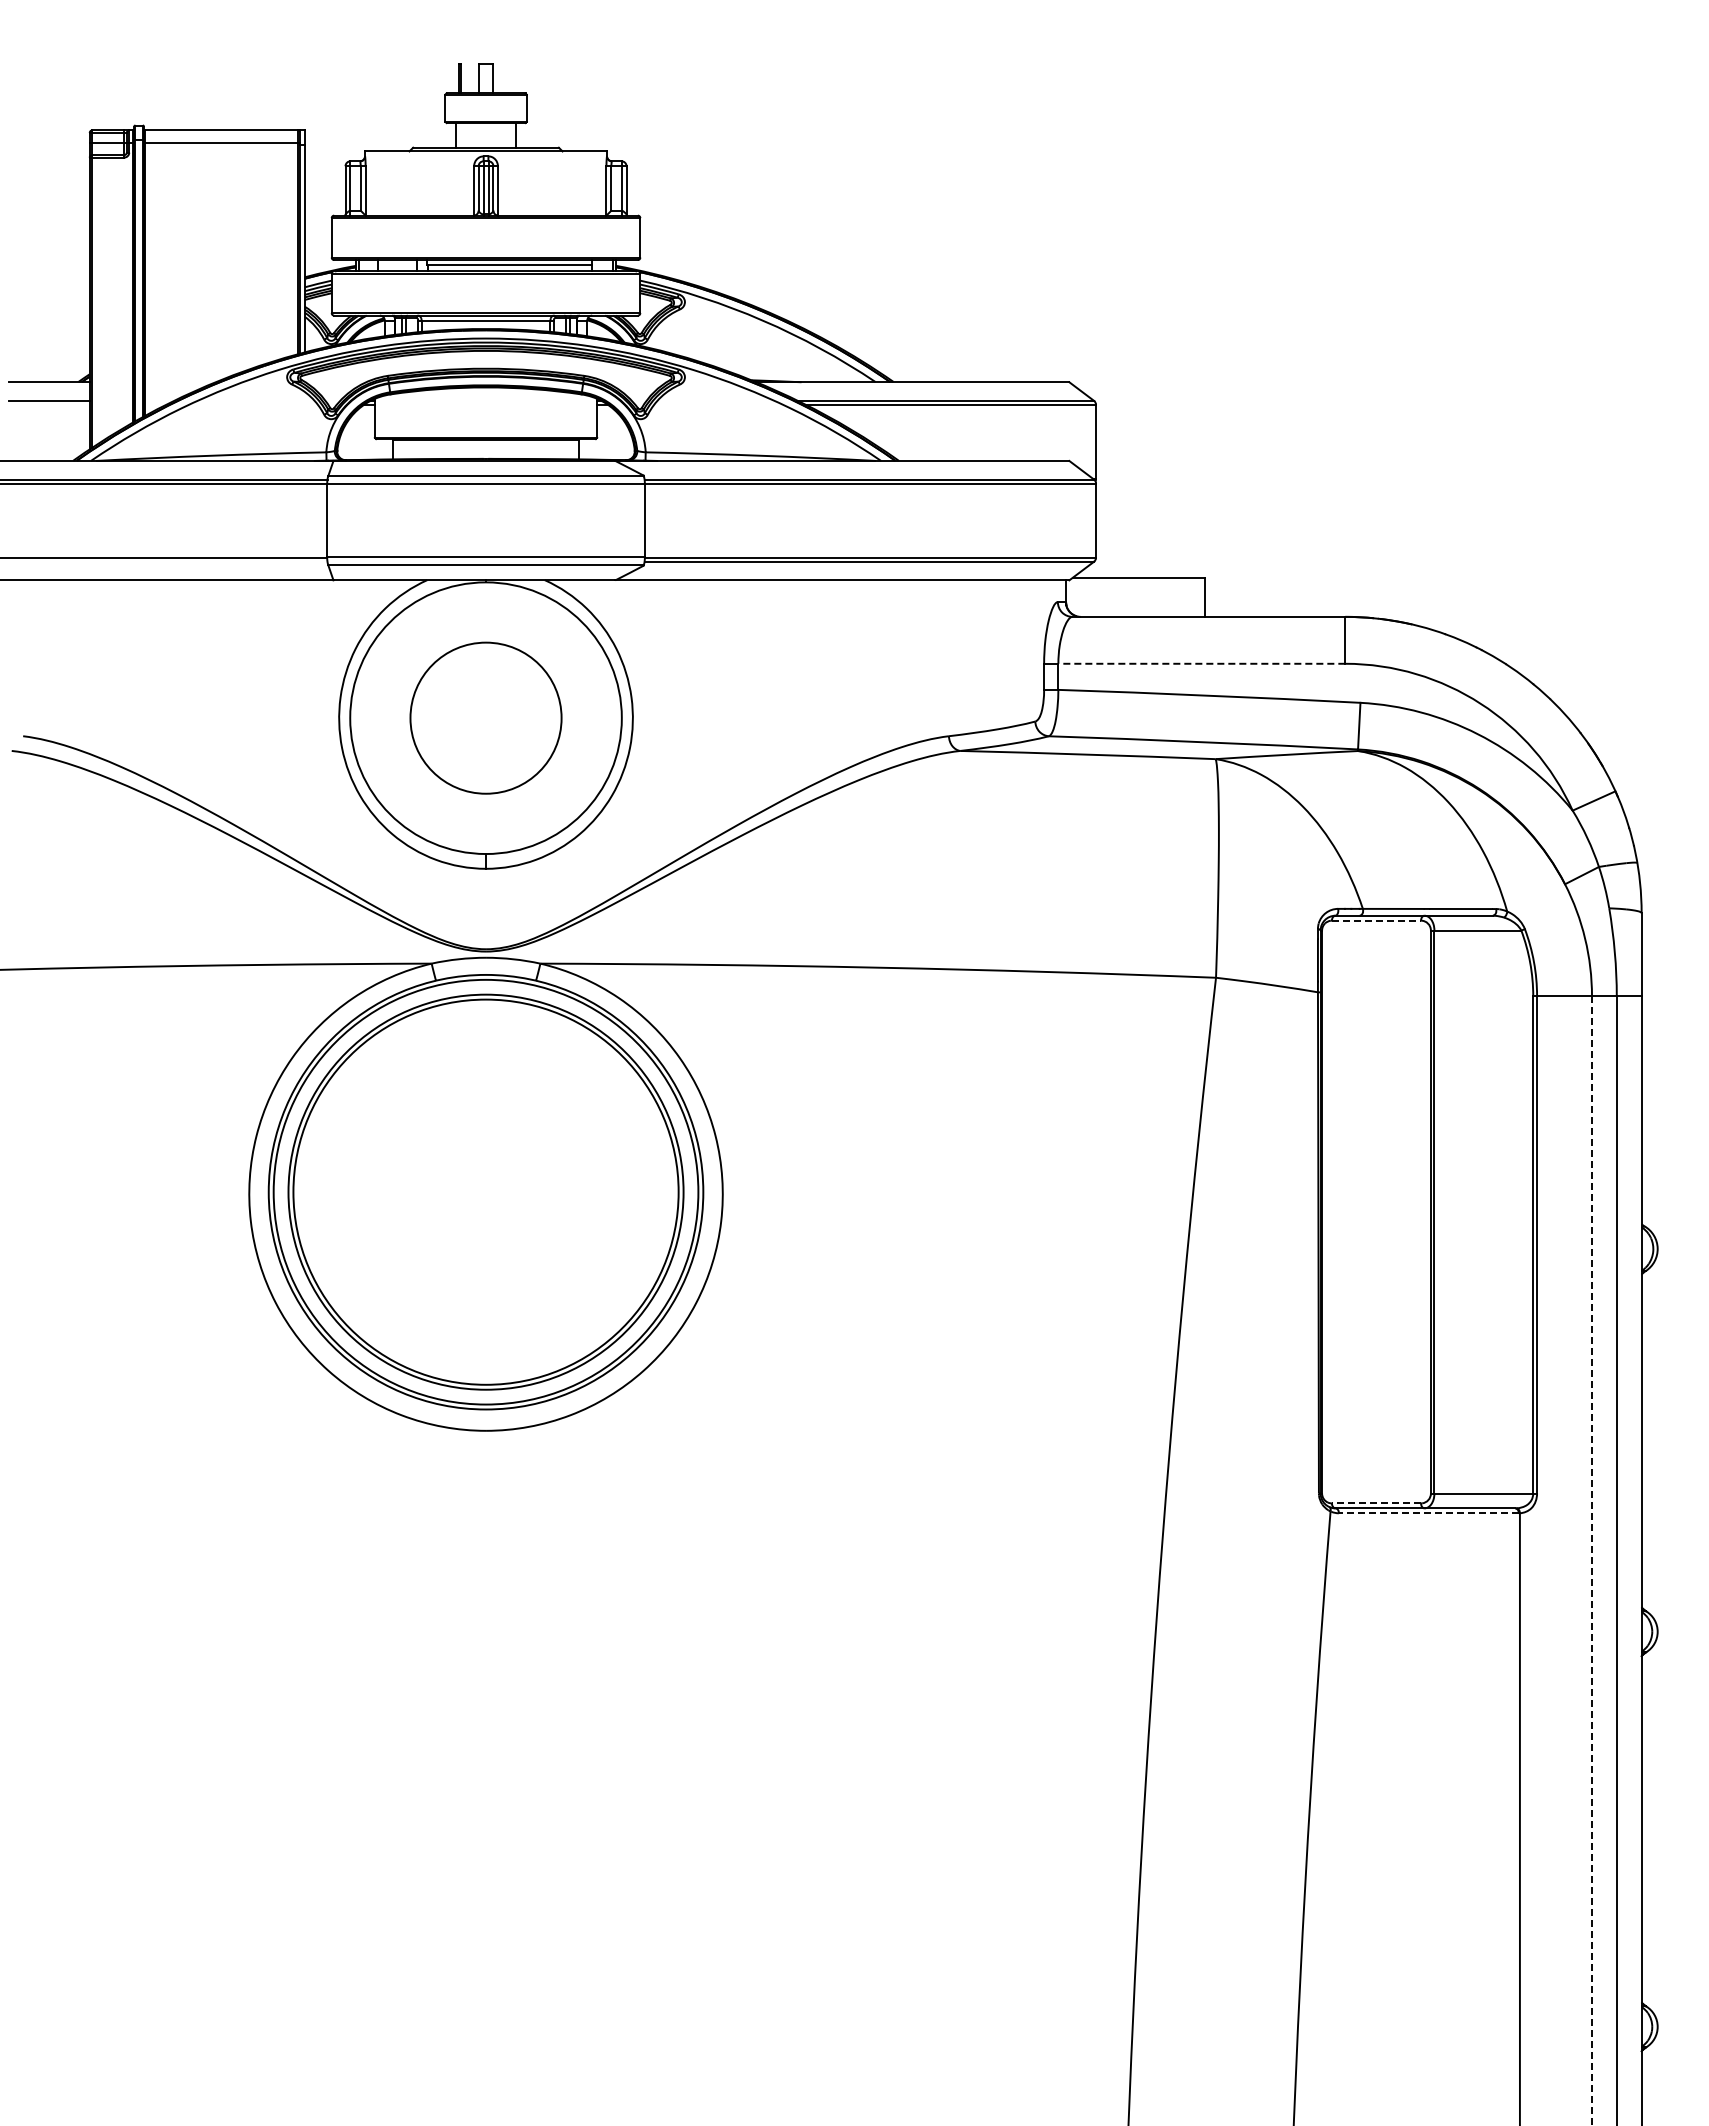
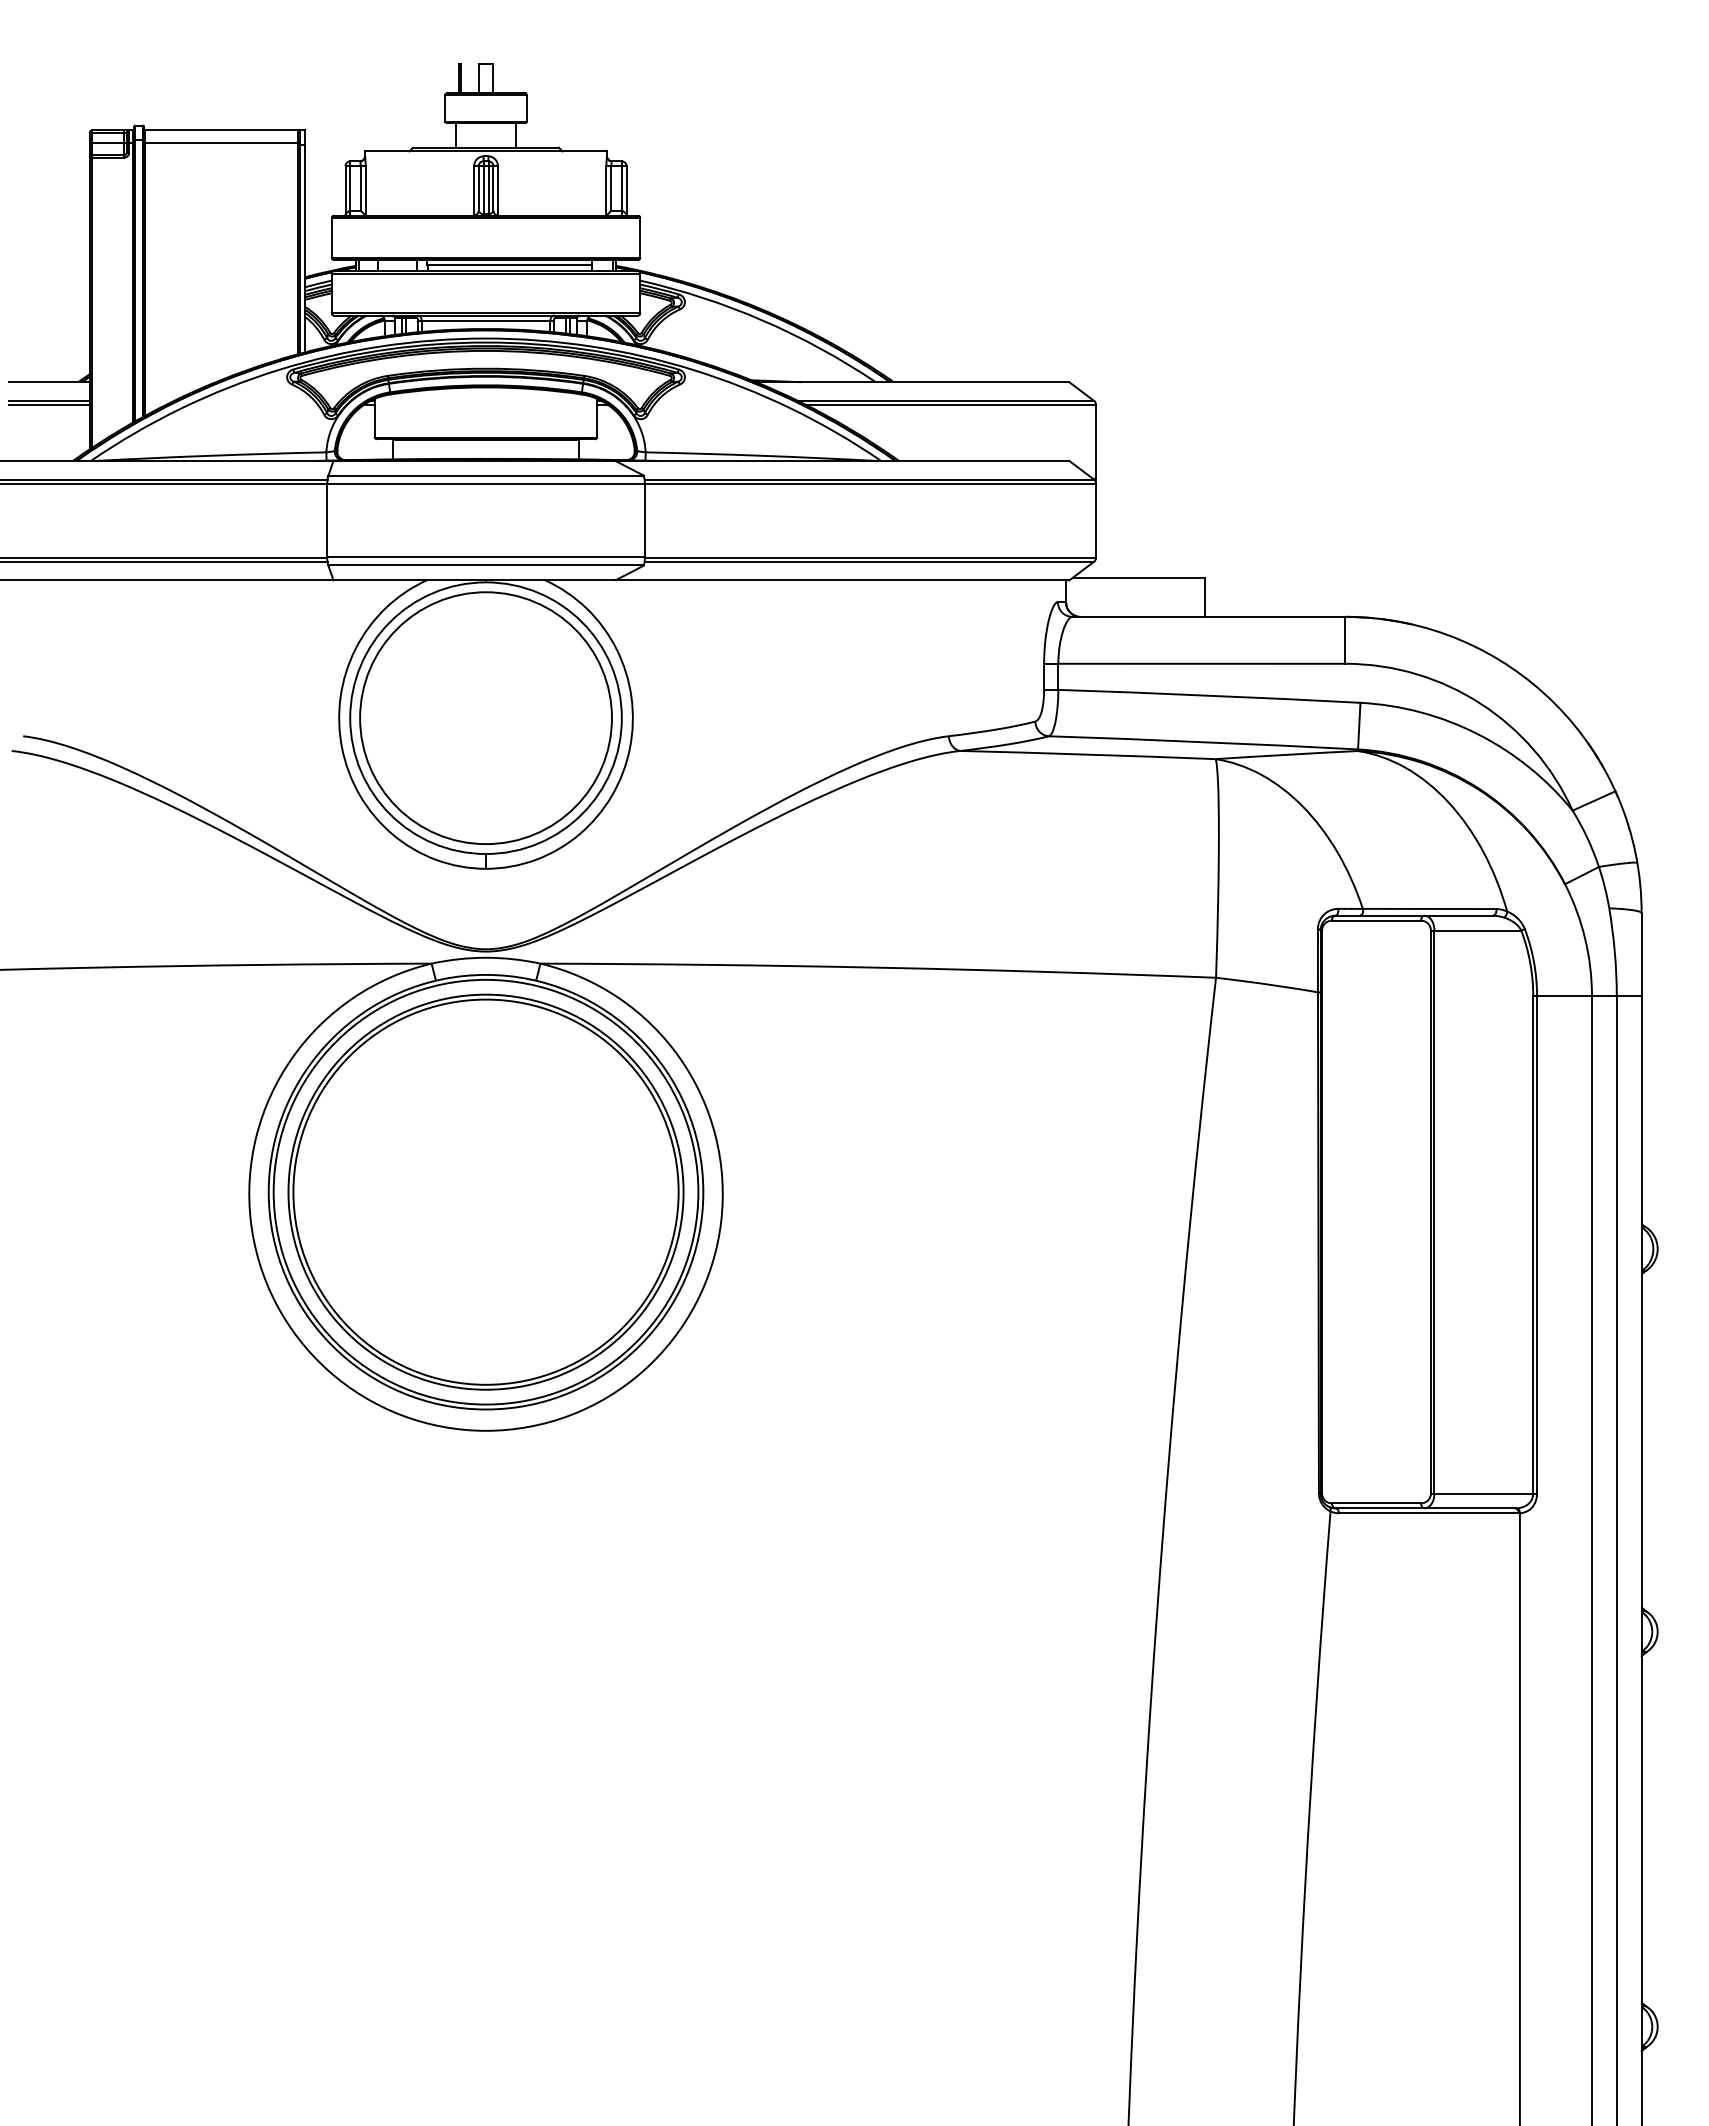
line at (49, 404): none -> present
line at (164, 561): none -> present
line at (1201, 663): dashed -> solid
circle at (485, 717) diameter: 151 px -> 252 px
line at (1376, 920): dashed -> solid
line at (1376, 1503): dashed -> solid
line at (1428, 1513): dashed -> solid
line at (1592, 1561): dashed -> solid
